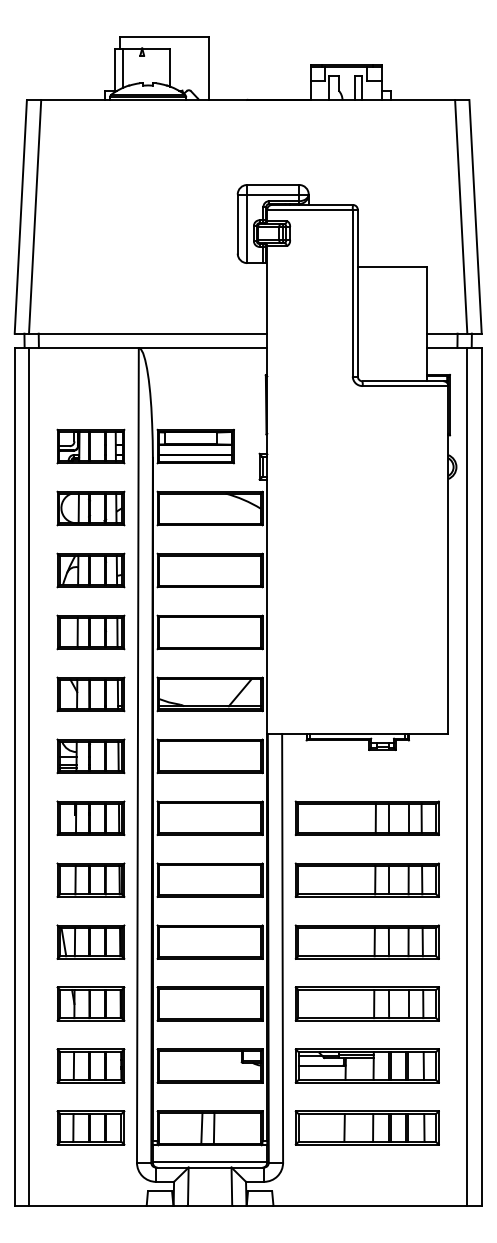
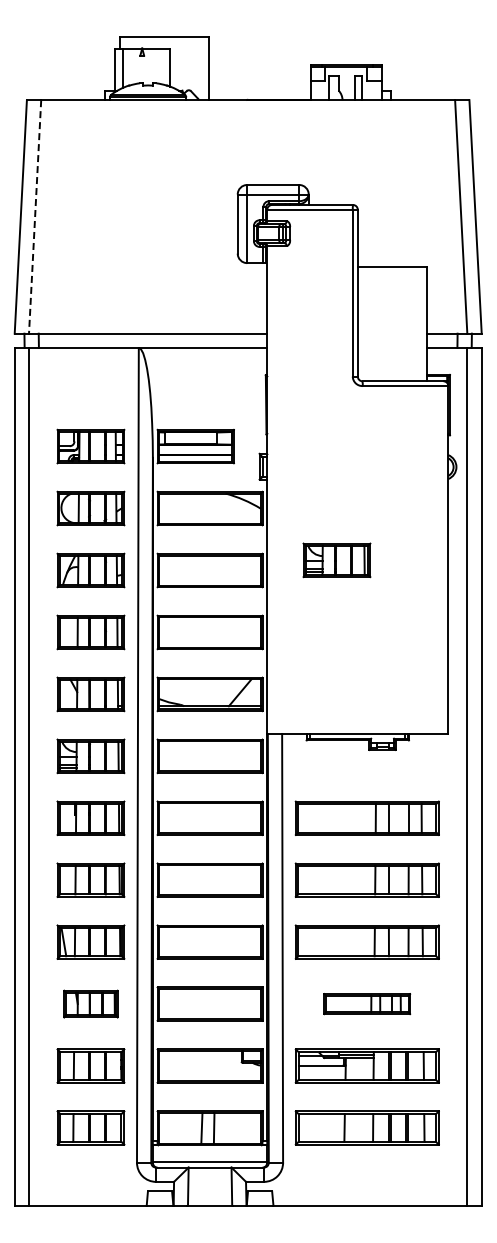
line at (35, 216): solid -> dashed
part at (336, 560): none -> present
part at (90, 1003) size: 70x36 px -> 56x30 px
part at (366, 1003) size: 146x36 px -> 89x23 px
